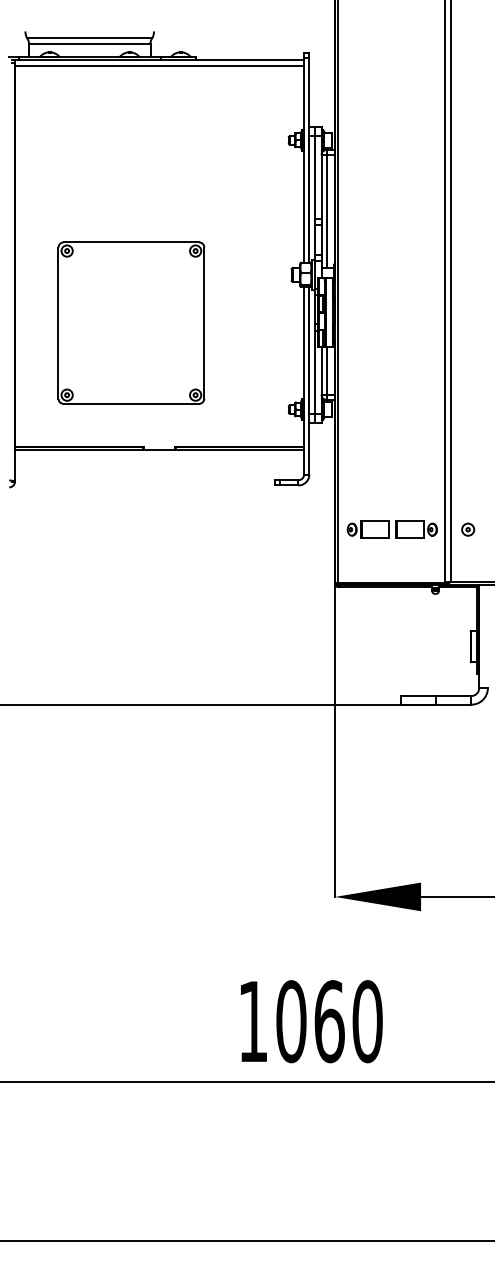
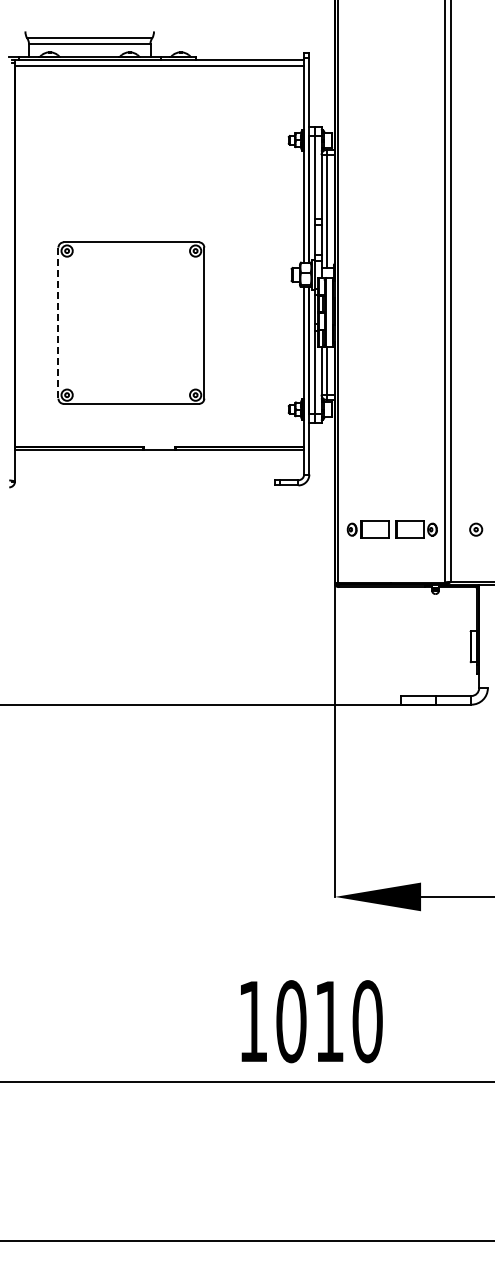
line at (58, 323): solid -> dashed
part at (468, 529) position: (468, 529) -> (476, 529)
text at (329, 1021): 1060 -> 1010
